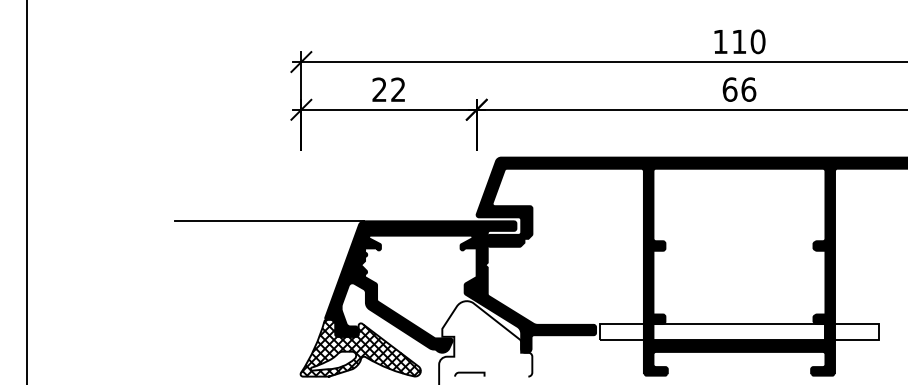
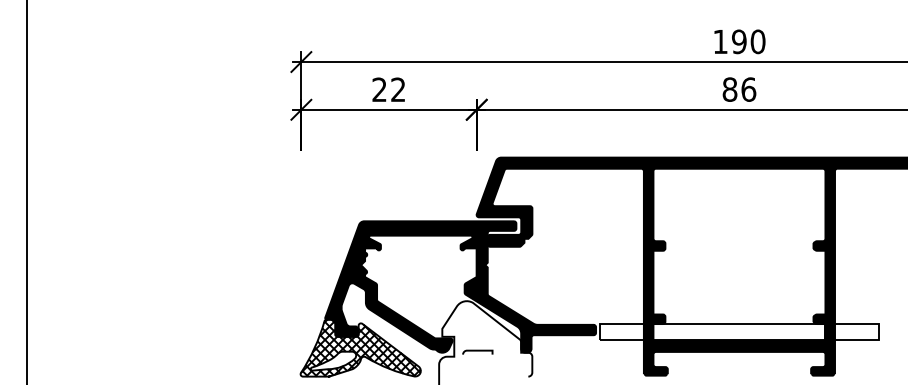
text at (739, 41): 110 -> 190
text at (729, 89): 66 -> 86
line at (269, 221): present -> none
curve at (469, 373) position: (469, 373) -> (477, 351)
